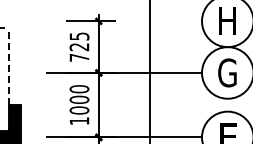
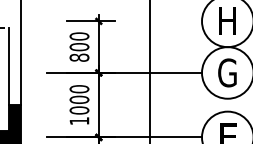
text at (79, 46): 725 -> 800
line at (21, 53): none -> present
line at (8, 66): dashed -> solid
